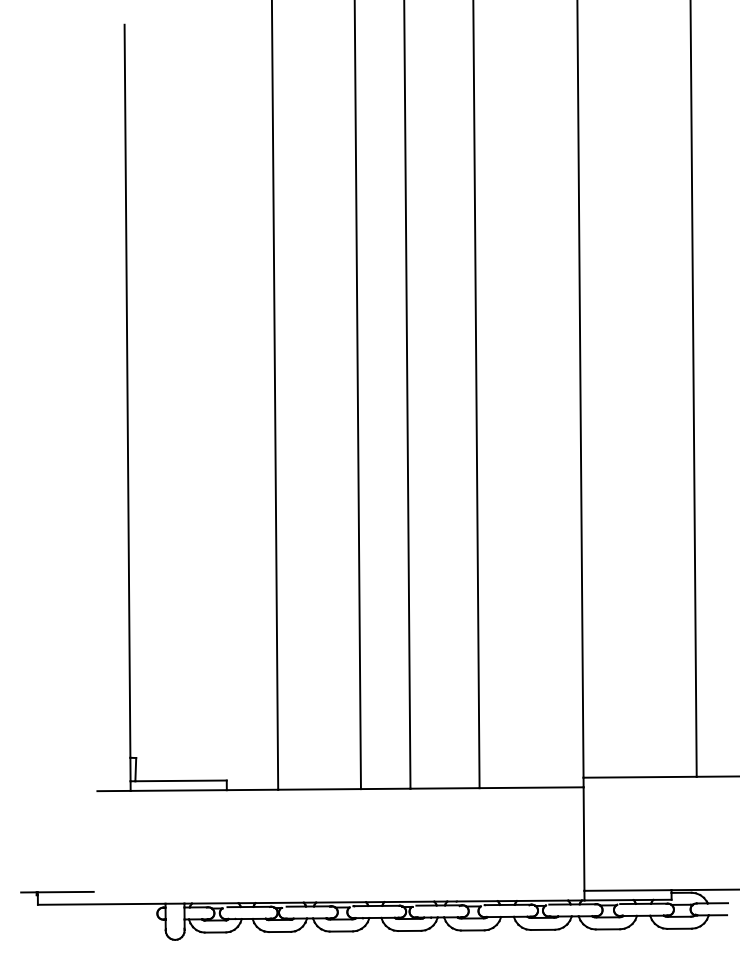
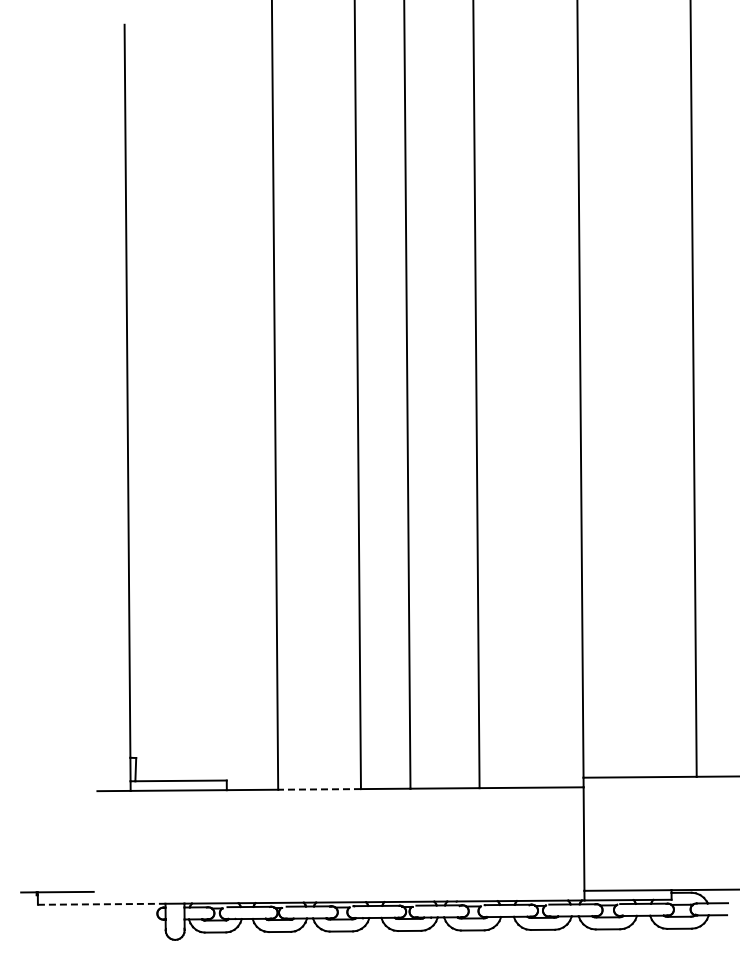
line at (319, 789): solid -> dashed
line at (101, 904): solid -> dashed
